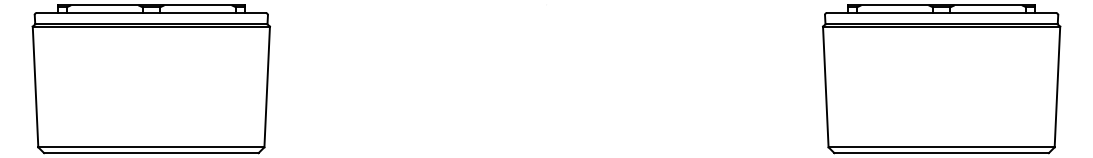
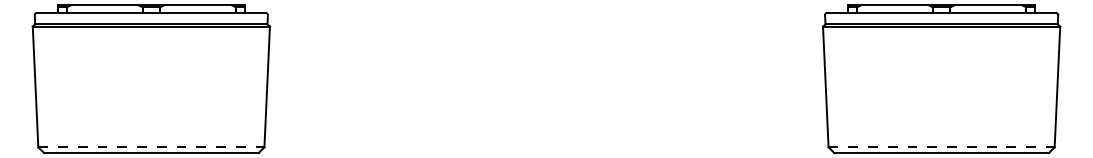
line at (151, 147): solid -> dashed
line at (942, 147): solid -> dashed
